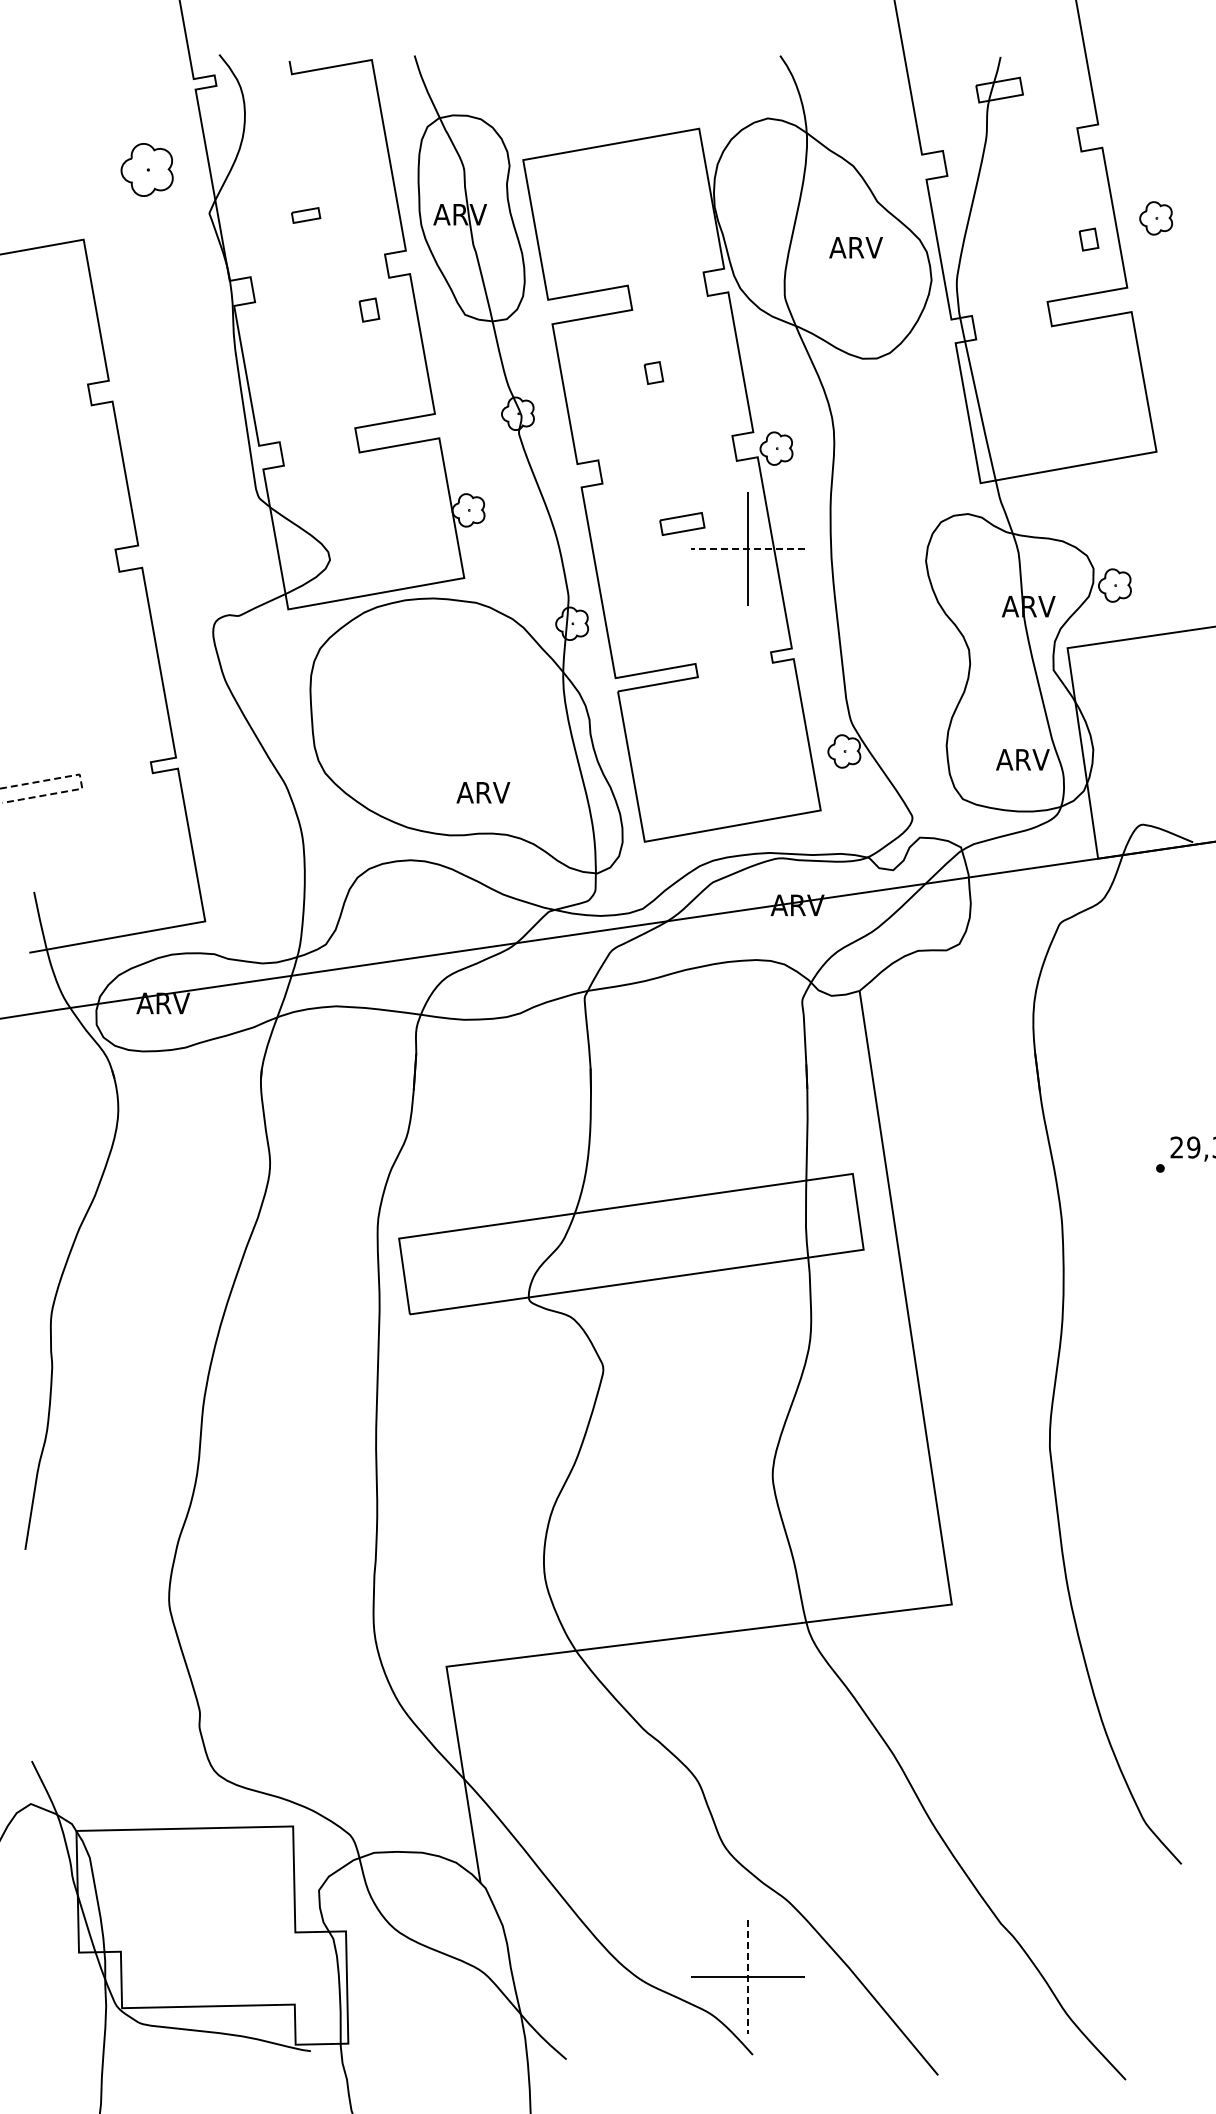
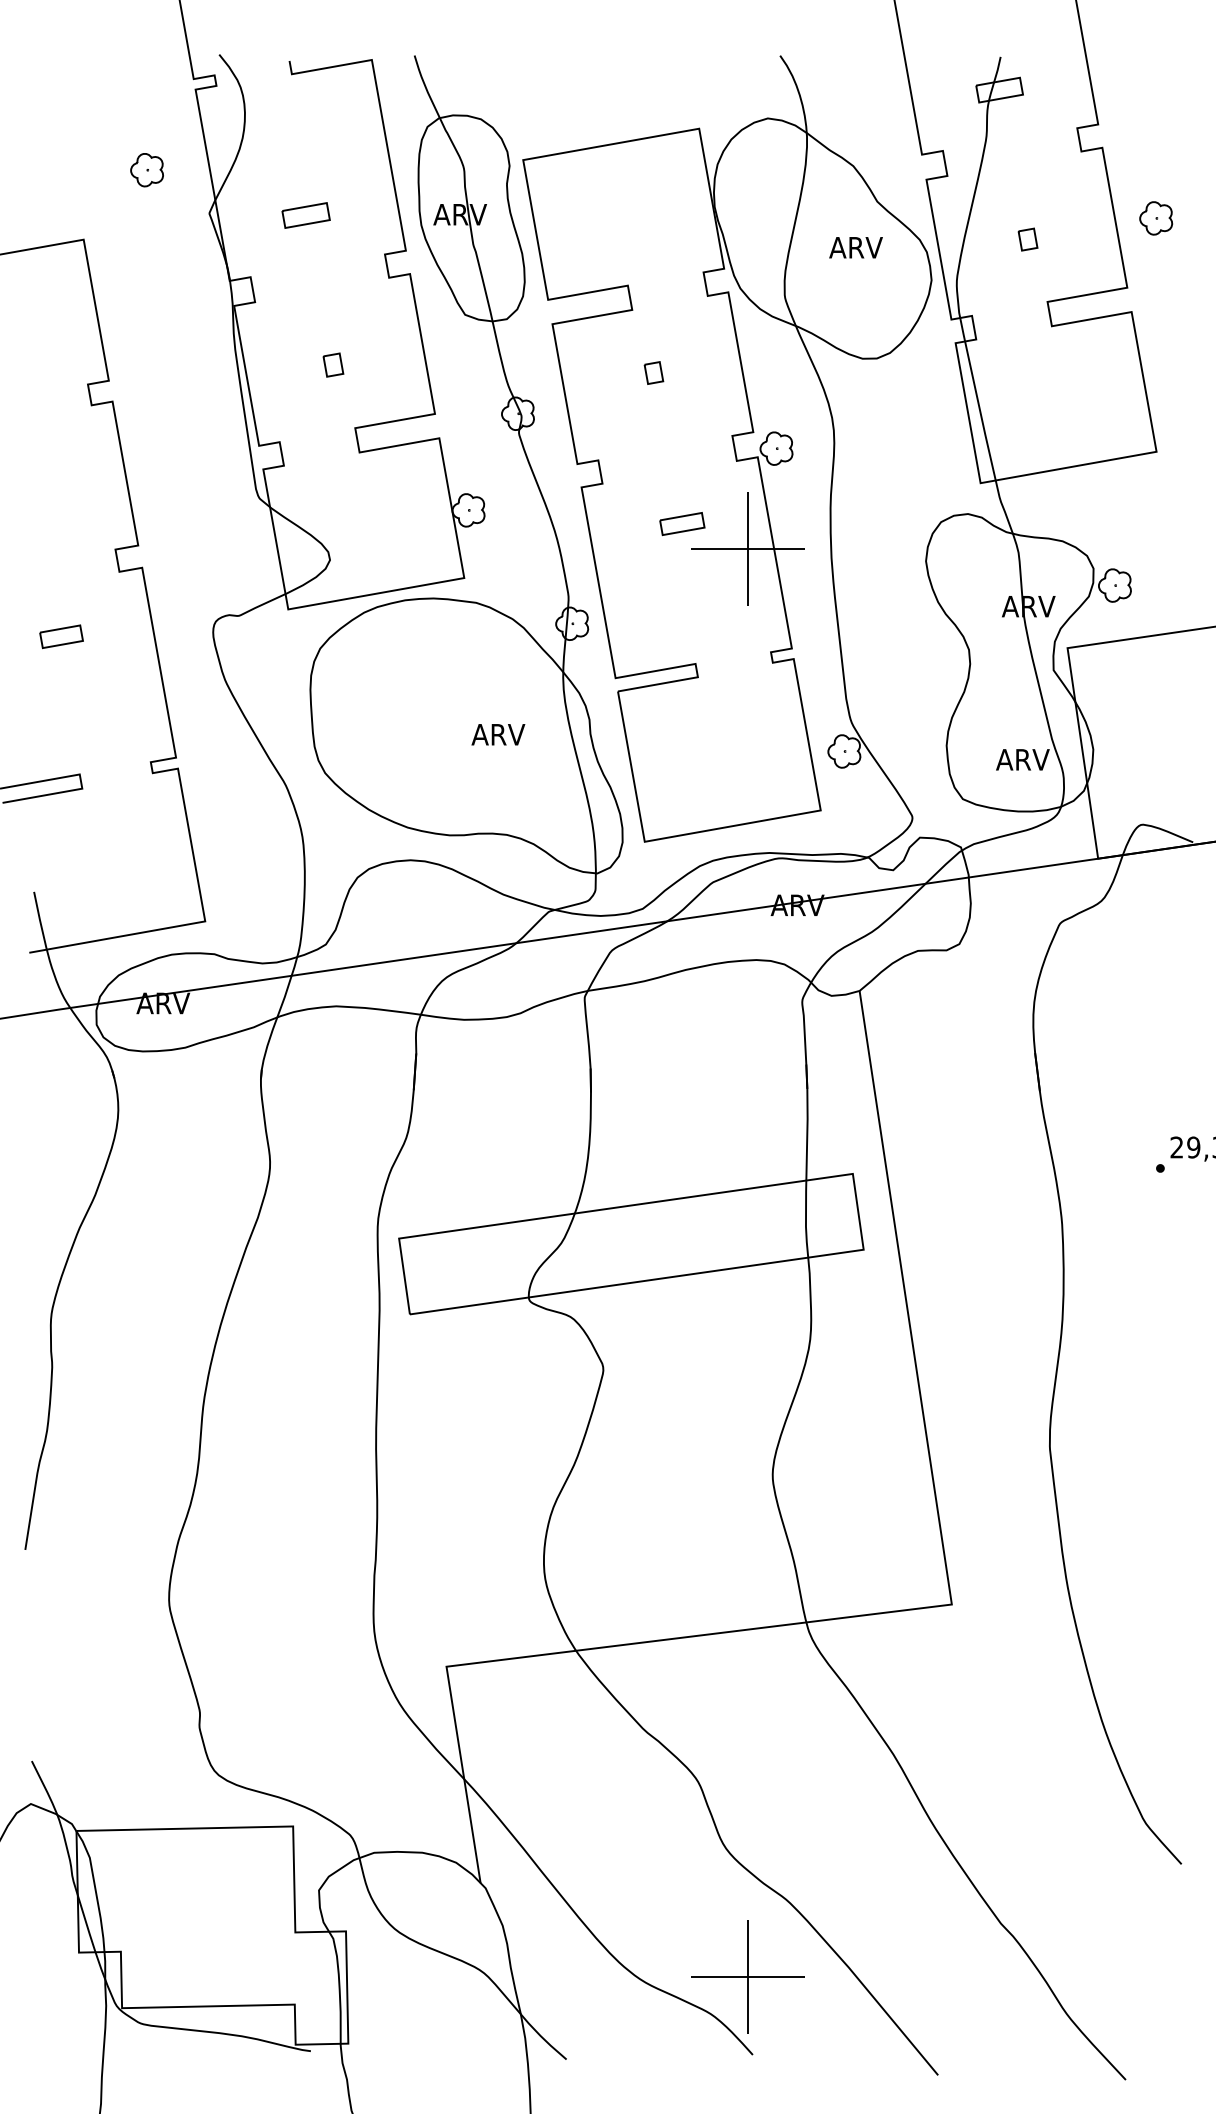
part at (146, 169) size: 54x54 px -> 34x35 px
part at (306, 215) size: 31x17 px -> 50x27 px
part at (1088, 239) position: (1088, 239) -> (1027, 239)
part at (369, 309) position: (369, 309) -> (333, 364)
line at (747, 548): dashed -> solid
part at (61, 636): none -> present
line at (81, 782): dashed -> solid
text at (483, 792) position: (483, 792) -> (498, 734)
line at (747, 1977): dashed -> solid
